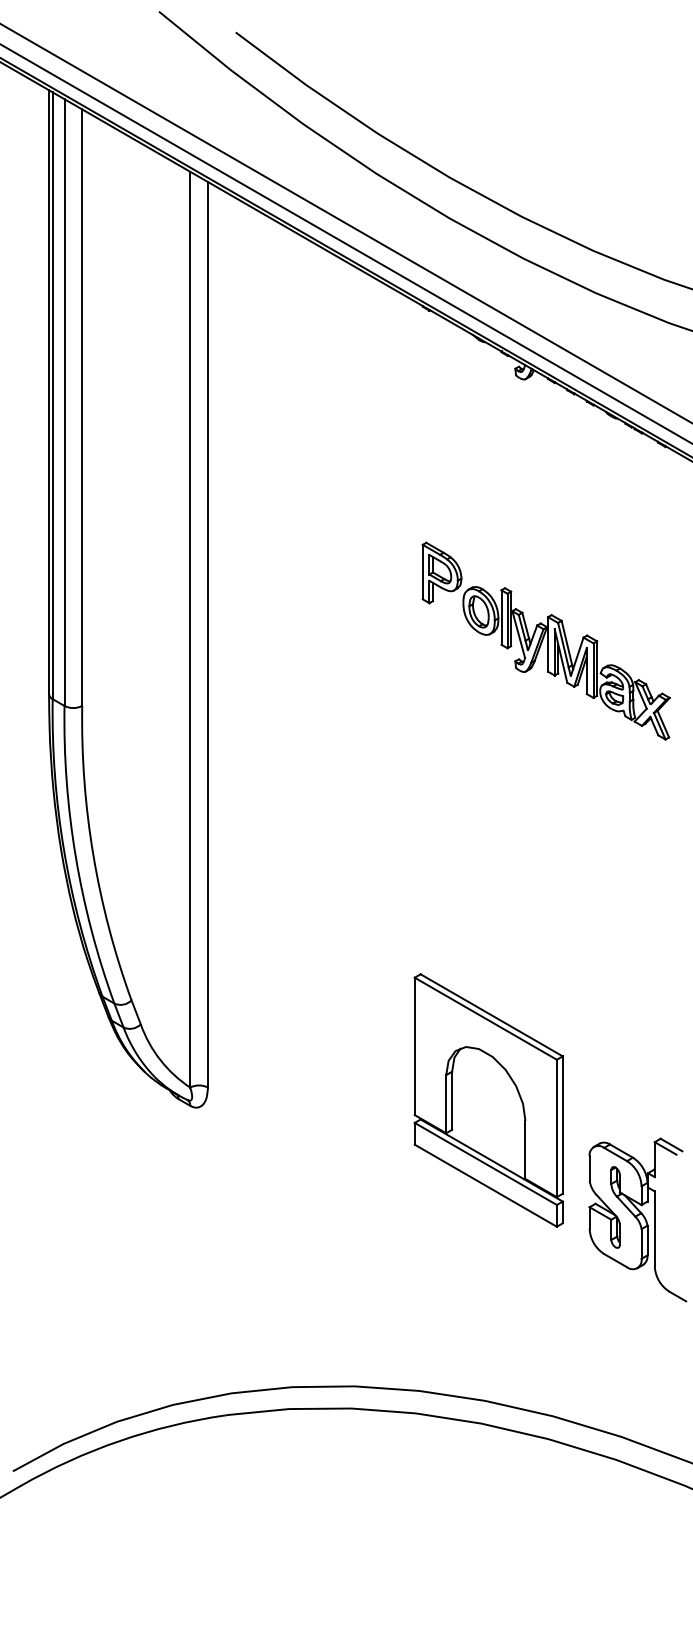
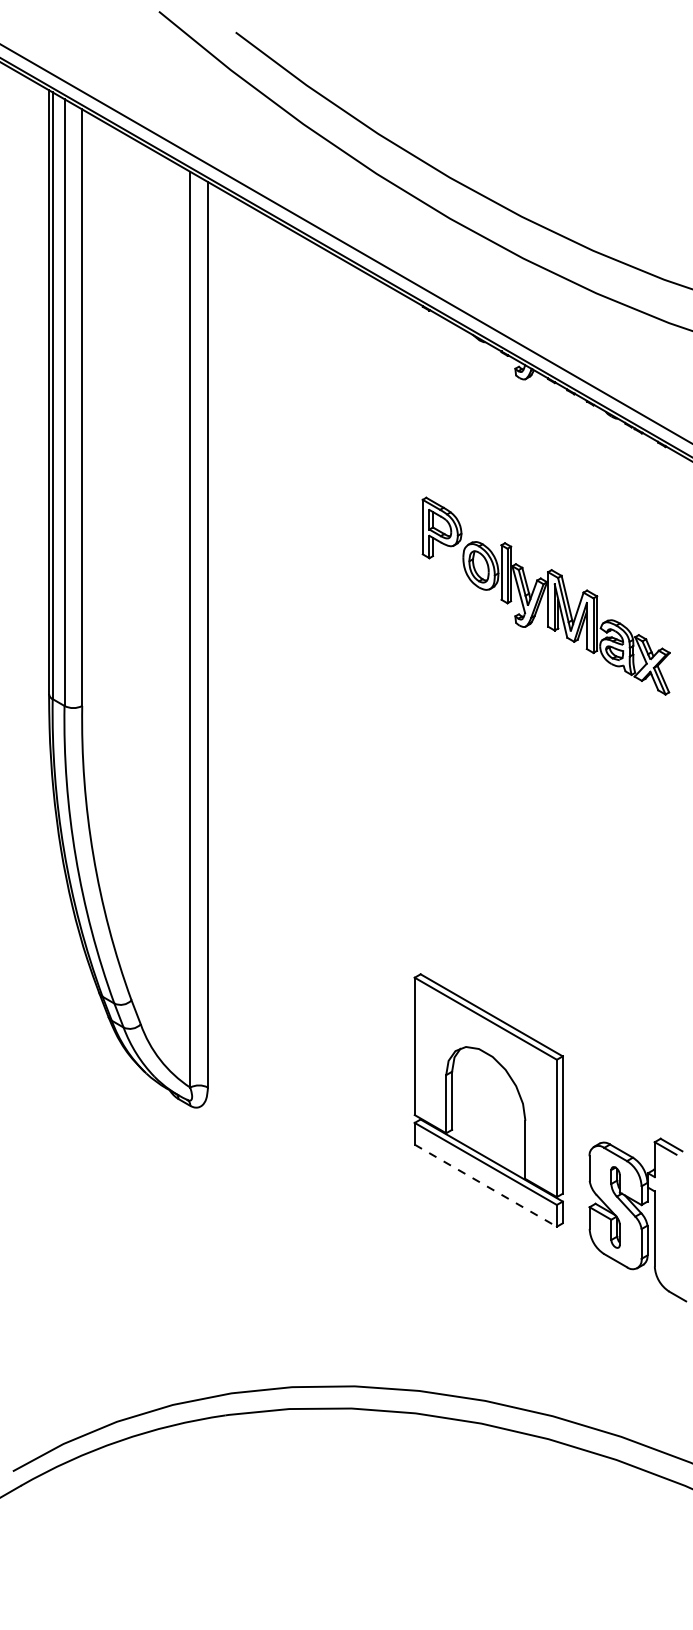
line at (345, 223): present -> none
part at (545, 640) position: (545, 640) -> (545, 595)
line at (486, 1185): solid -> dashed
